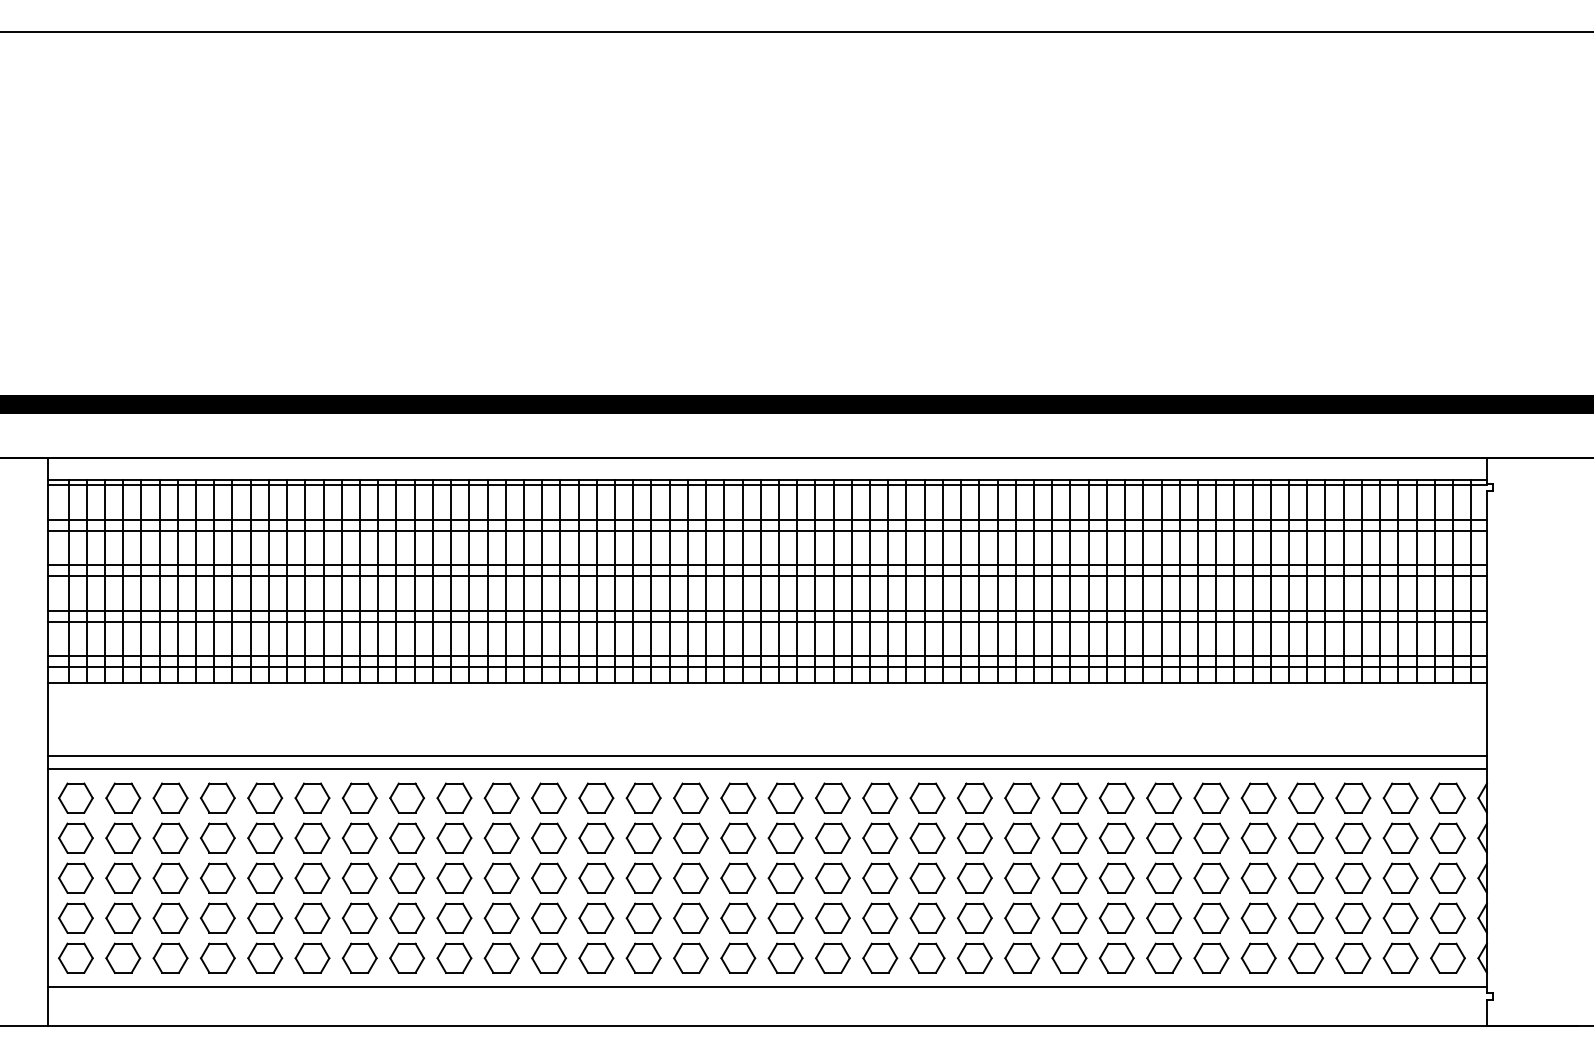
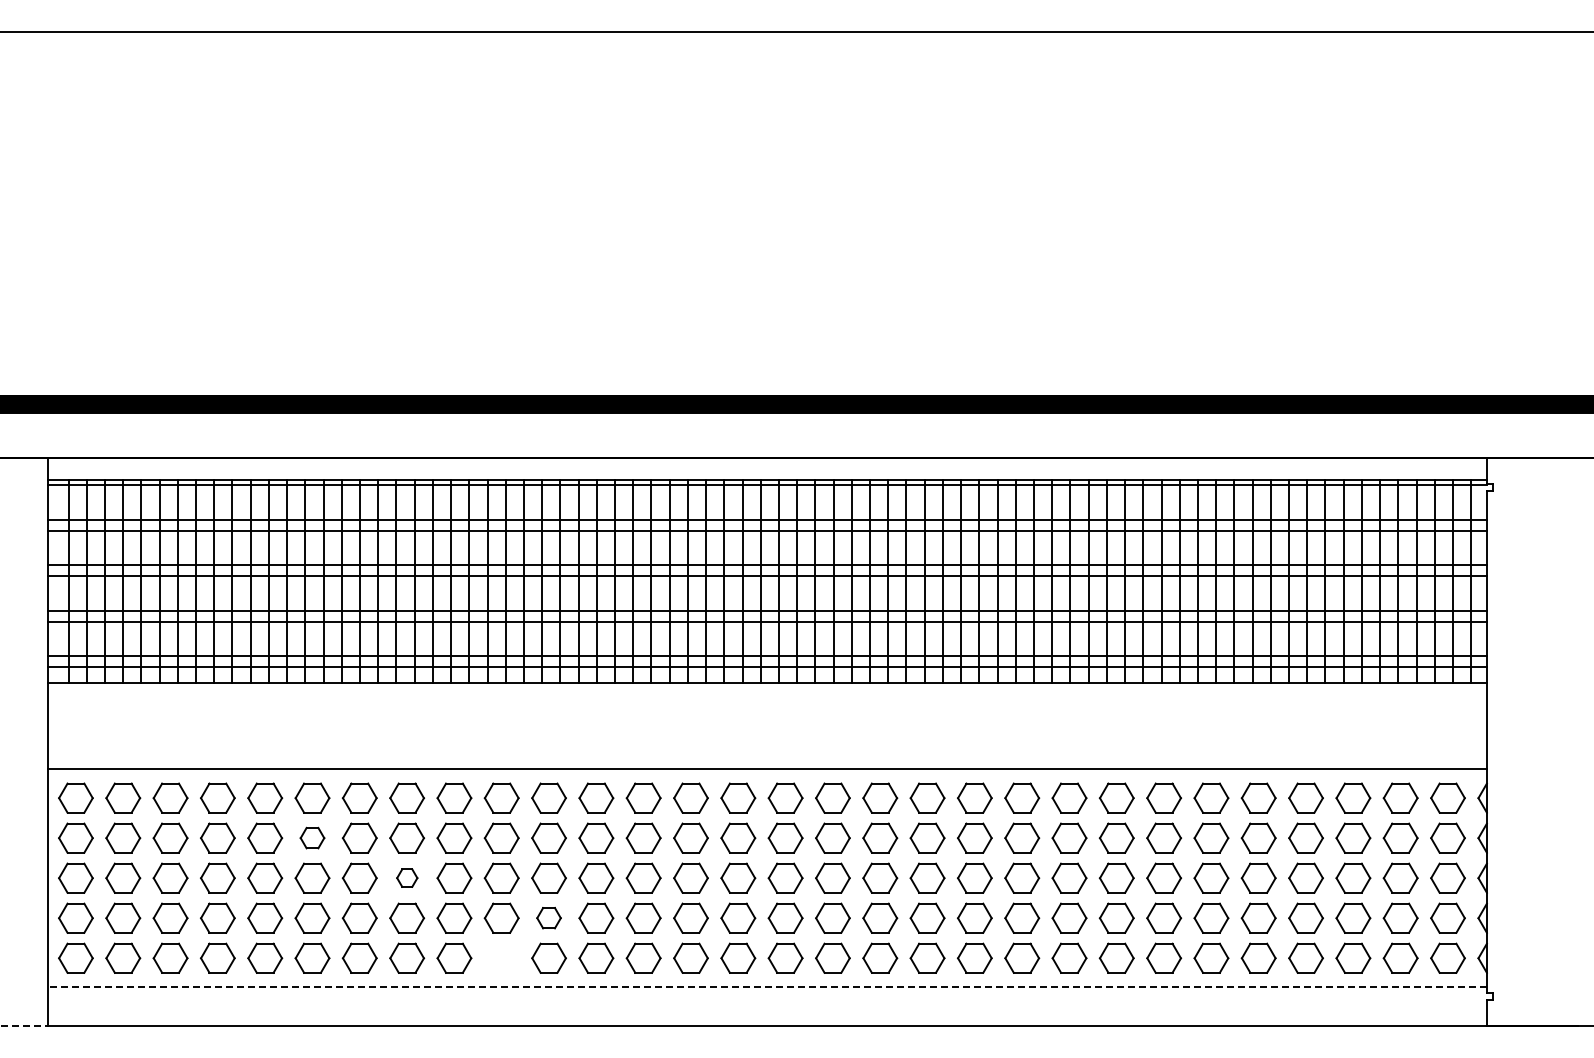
line at (766, 756): present -> none
part at (312, 837) size: 37x32 px -> 27x24 px
part at (407, 877) size: 37x32 px -> 23x20 px
part at (548, 917) size: 36x32 px -> 26x23 px
part at (501, 957): present -> none
line at (767, 987): solid -> dashed
line at (24, 1026): solid -> dashed
